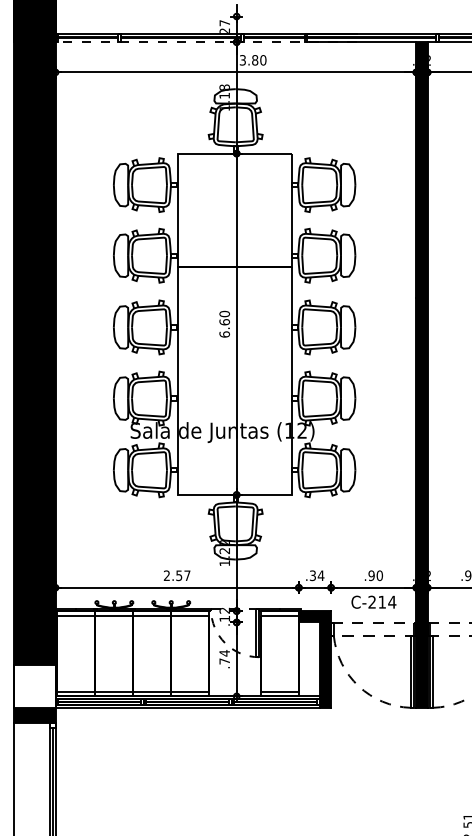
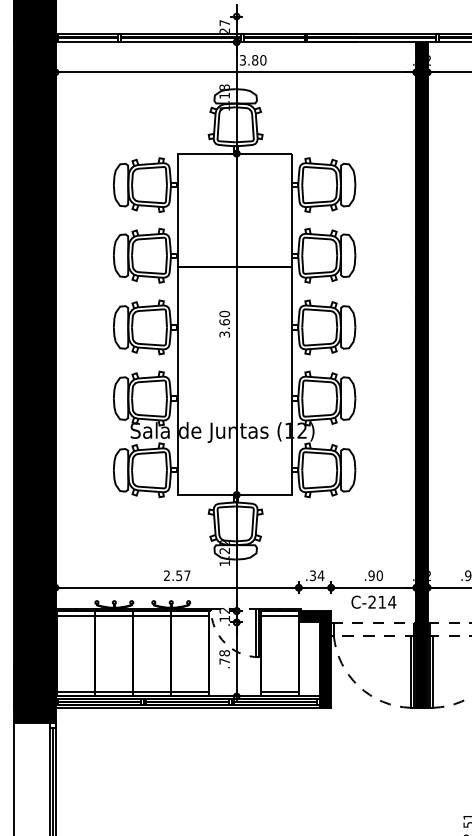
line at (206, 42): dashed -> solid
text at (224, 334): 6.60 -> 3.60
text at (224, 653): .74 -> .78
fill at (34, 685): none -> present
